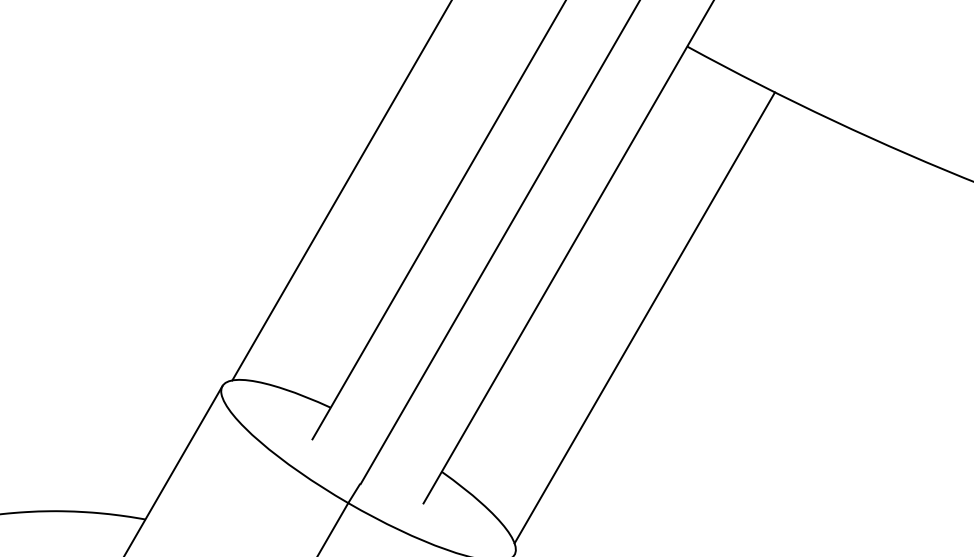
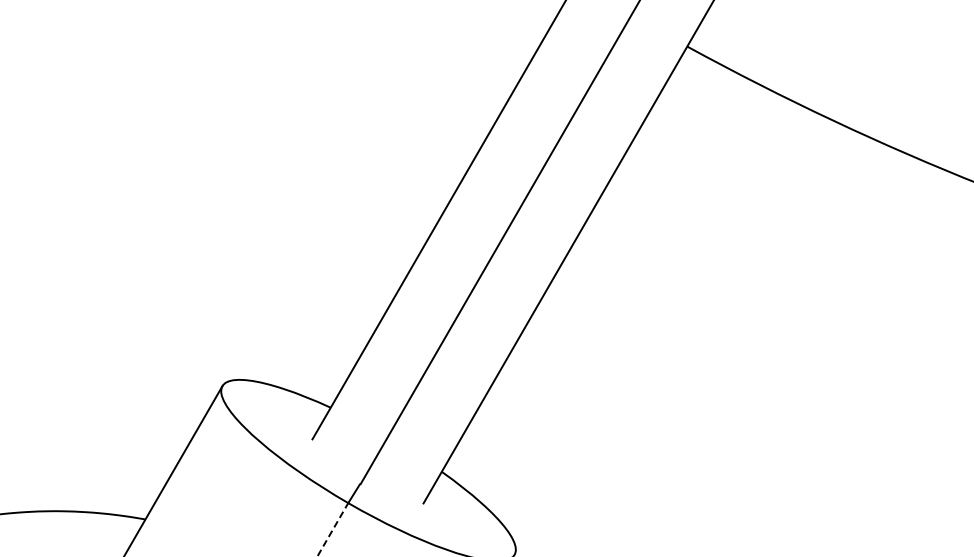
line at (341, 191): present -> none
line at (644, 317): present -> none
line at (332, 529): solid -> dashed
